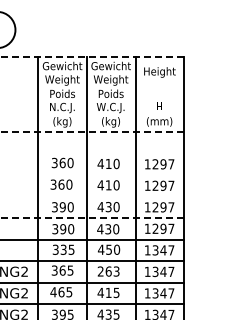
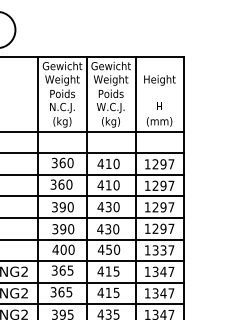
line at (92, 56): dashed -> solid
text at (159, 72) position: (159, 72) -> (159, 80)
line at (92, 131): dashed -> solid
line at (93, 153): none -> present
line at (93, 174): none -> present
line at (93, 196): none -> present
line at (92, 217): dashed -> solid
text at (63, 249): 335 -> 400
text at (163, 250): 1347 -> 1337
text at (108, 271): 263 -> 415
text at (53, 292): 465 -> 365
